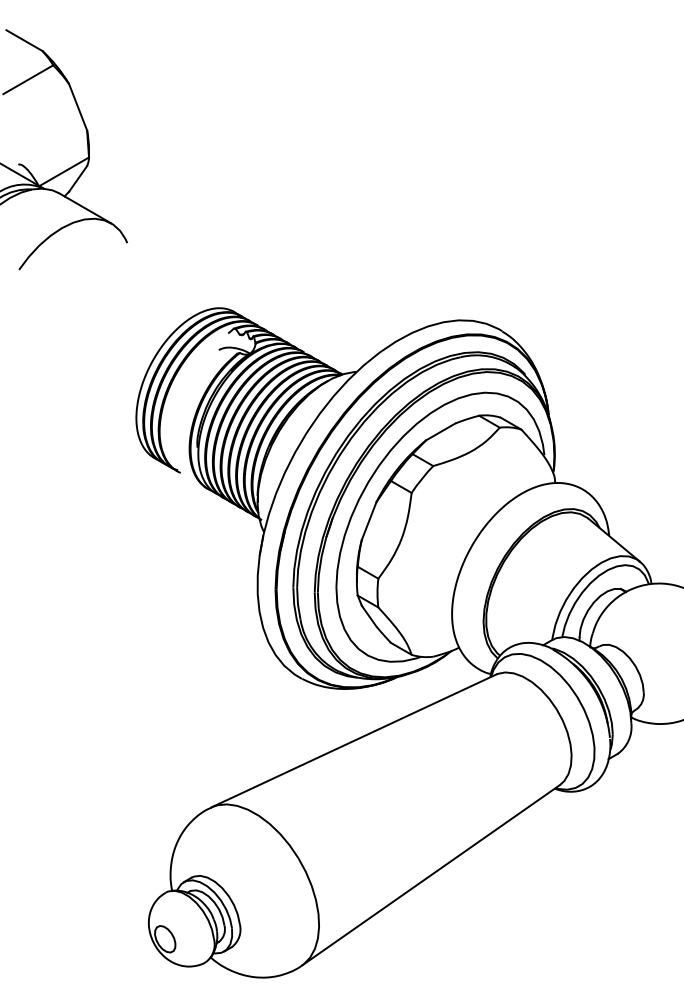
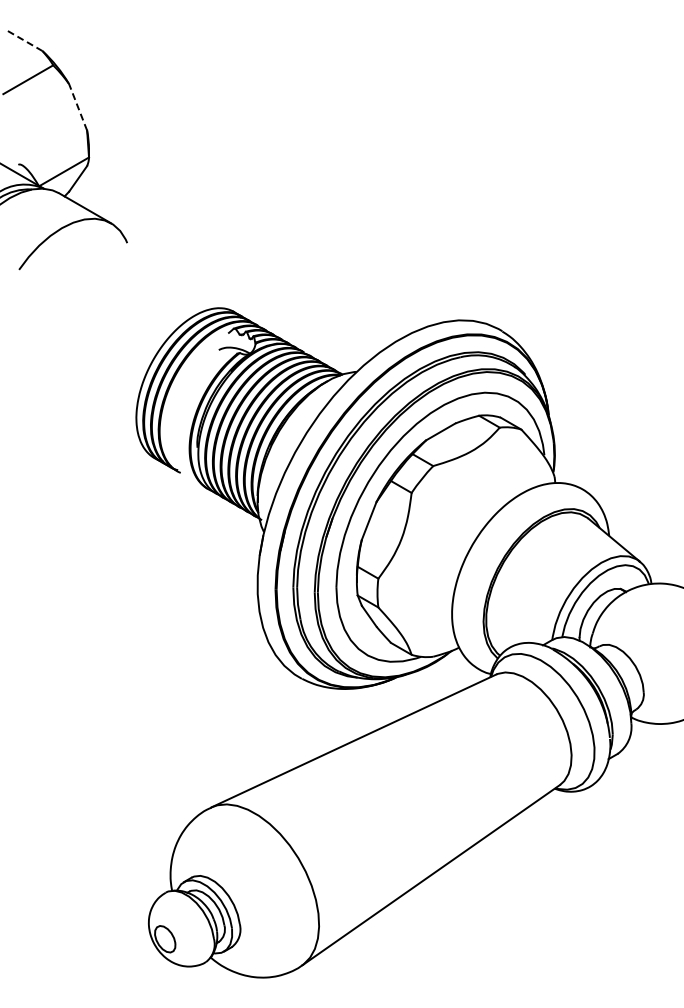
line at (24, 40): solid -> dashed
line at (78, 107): solid -> dashed
